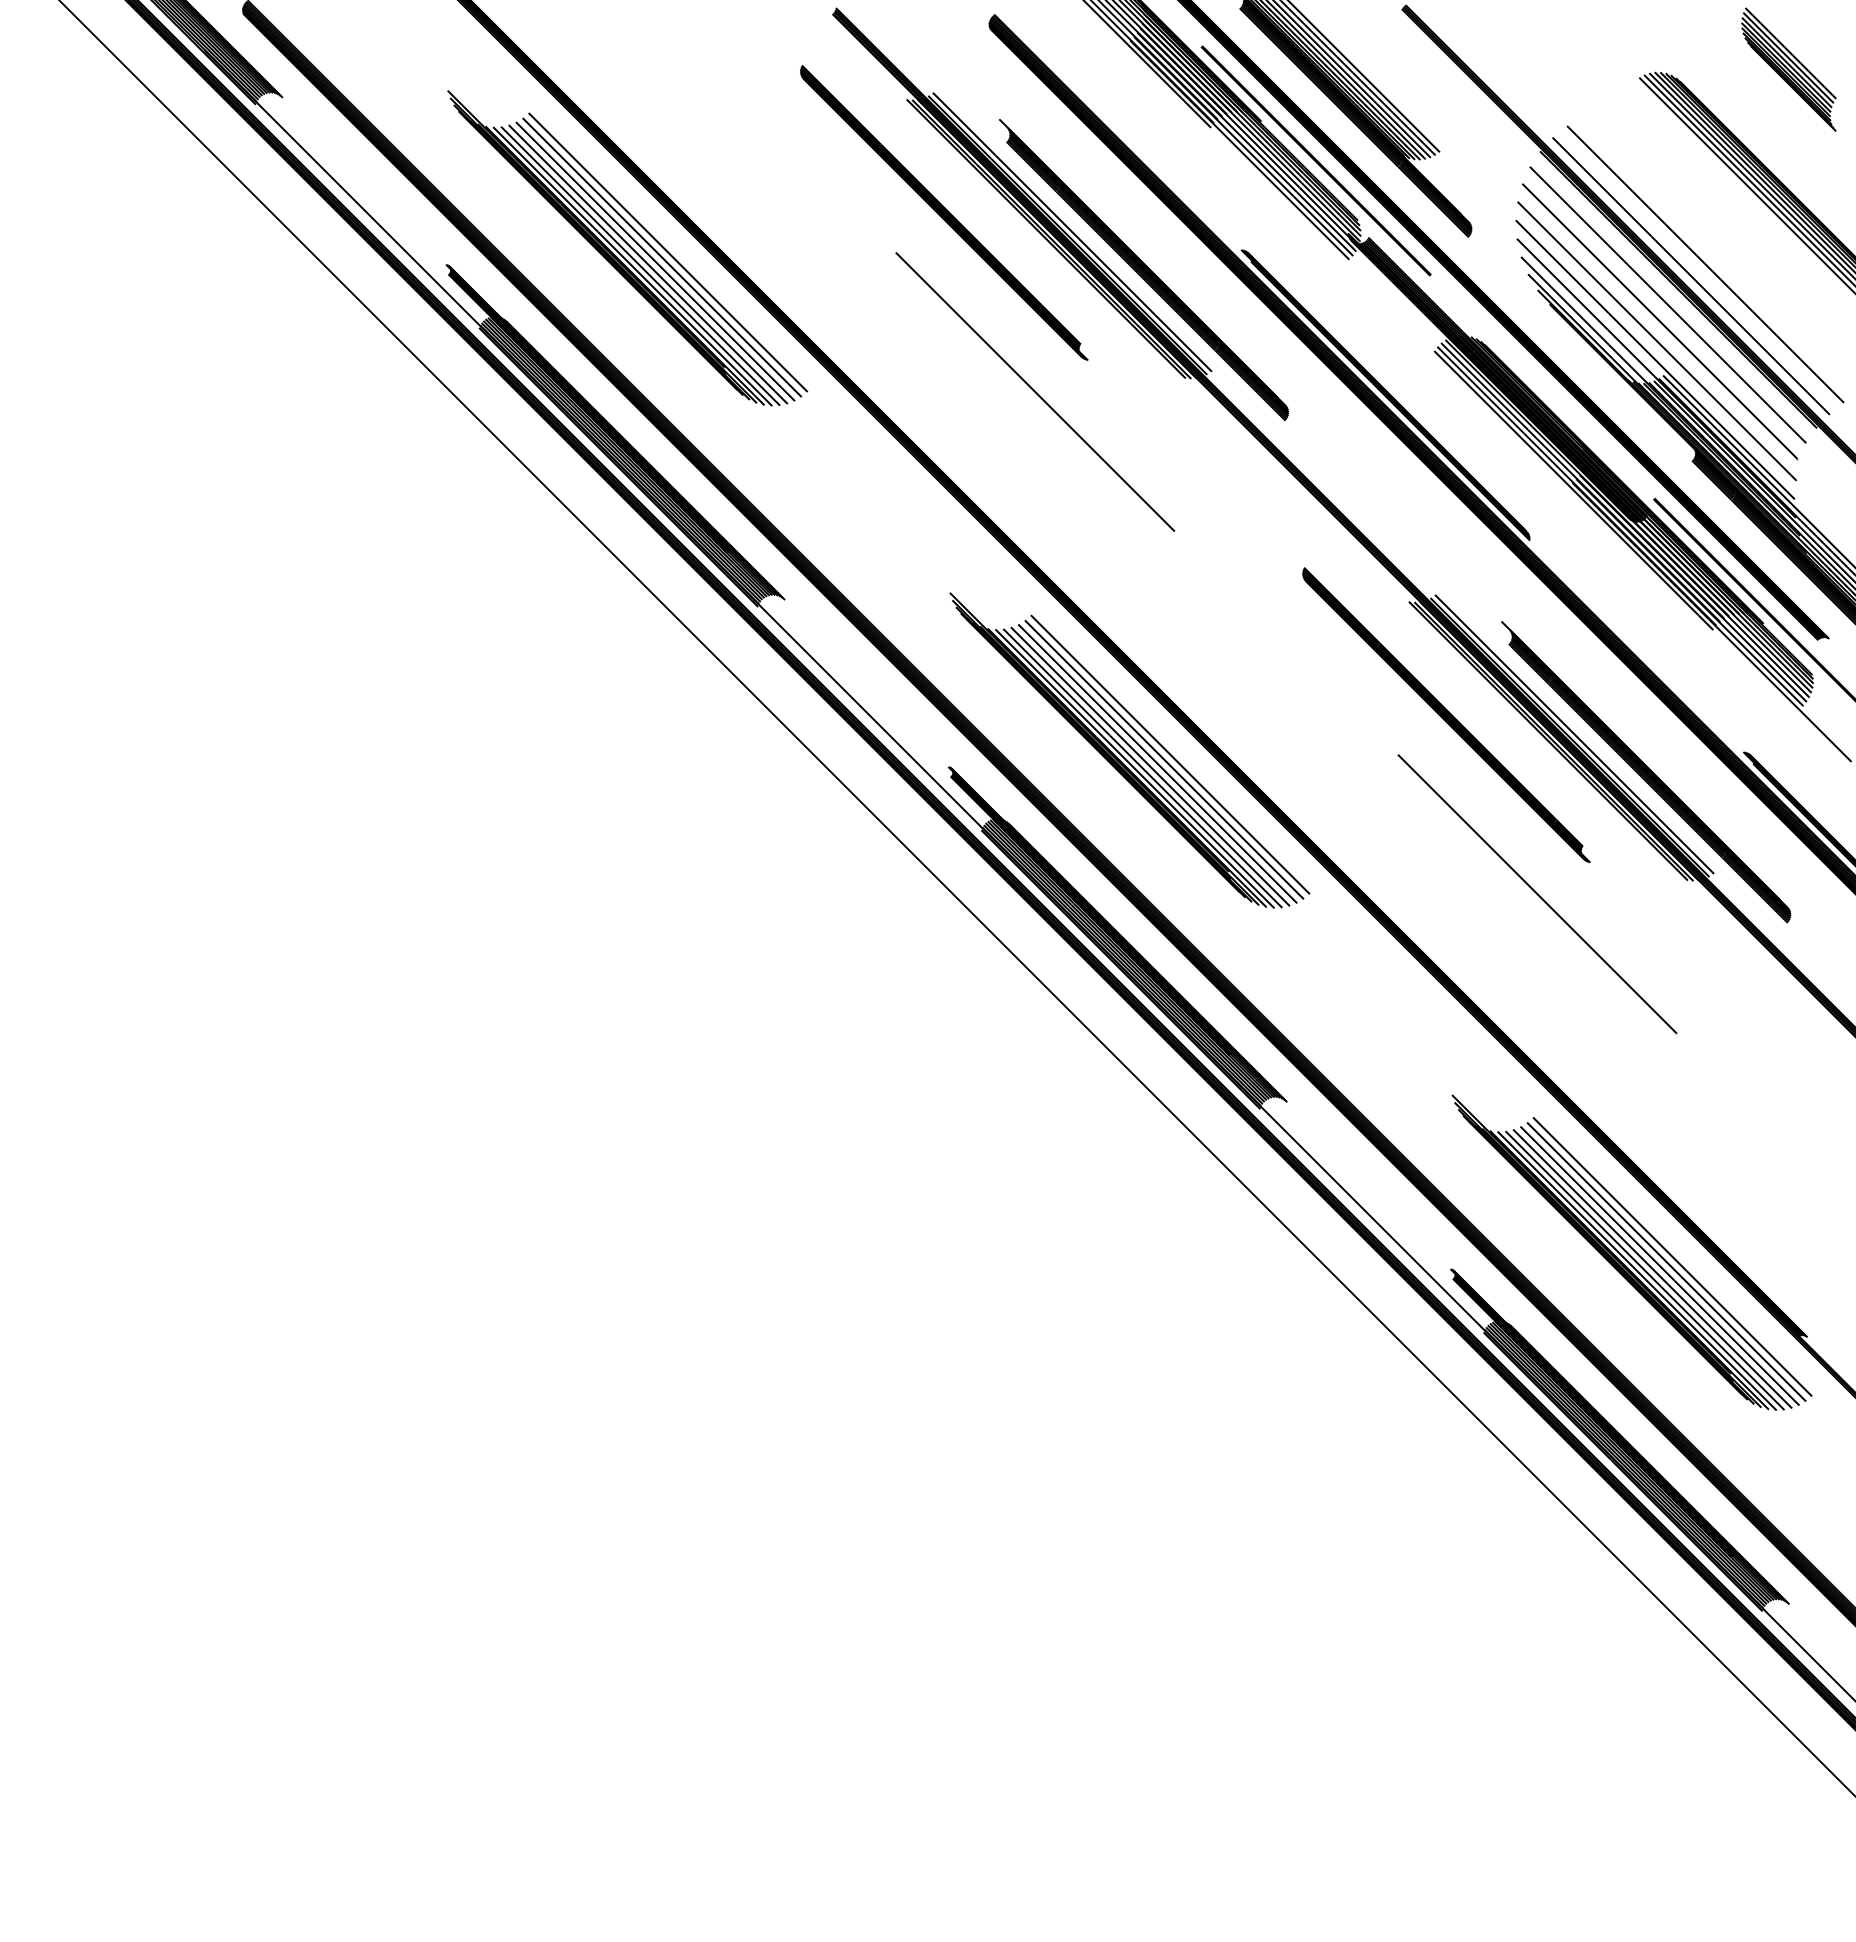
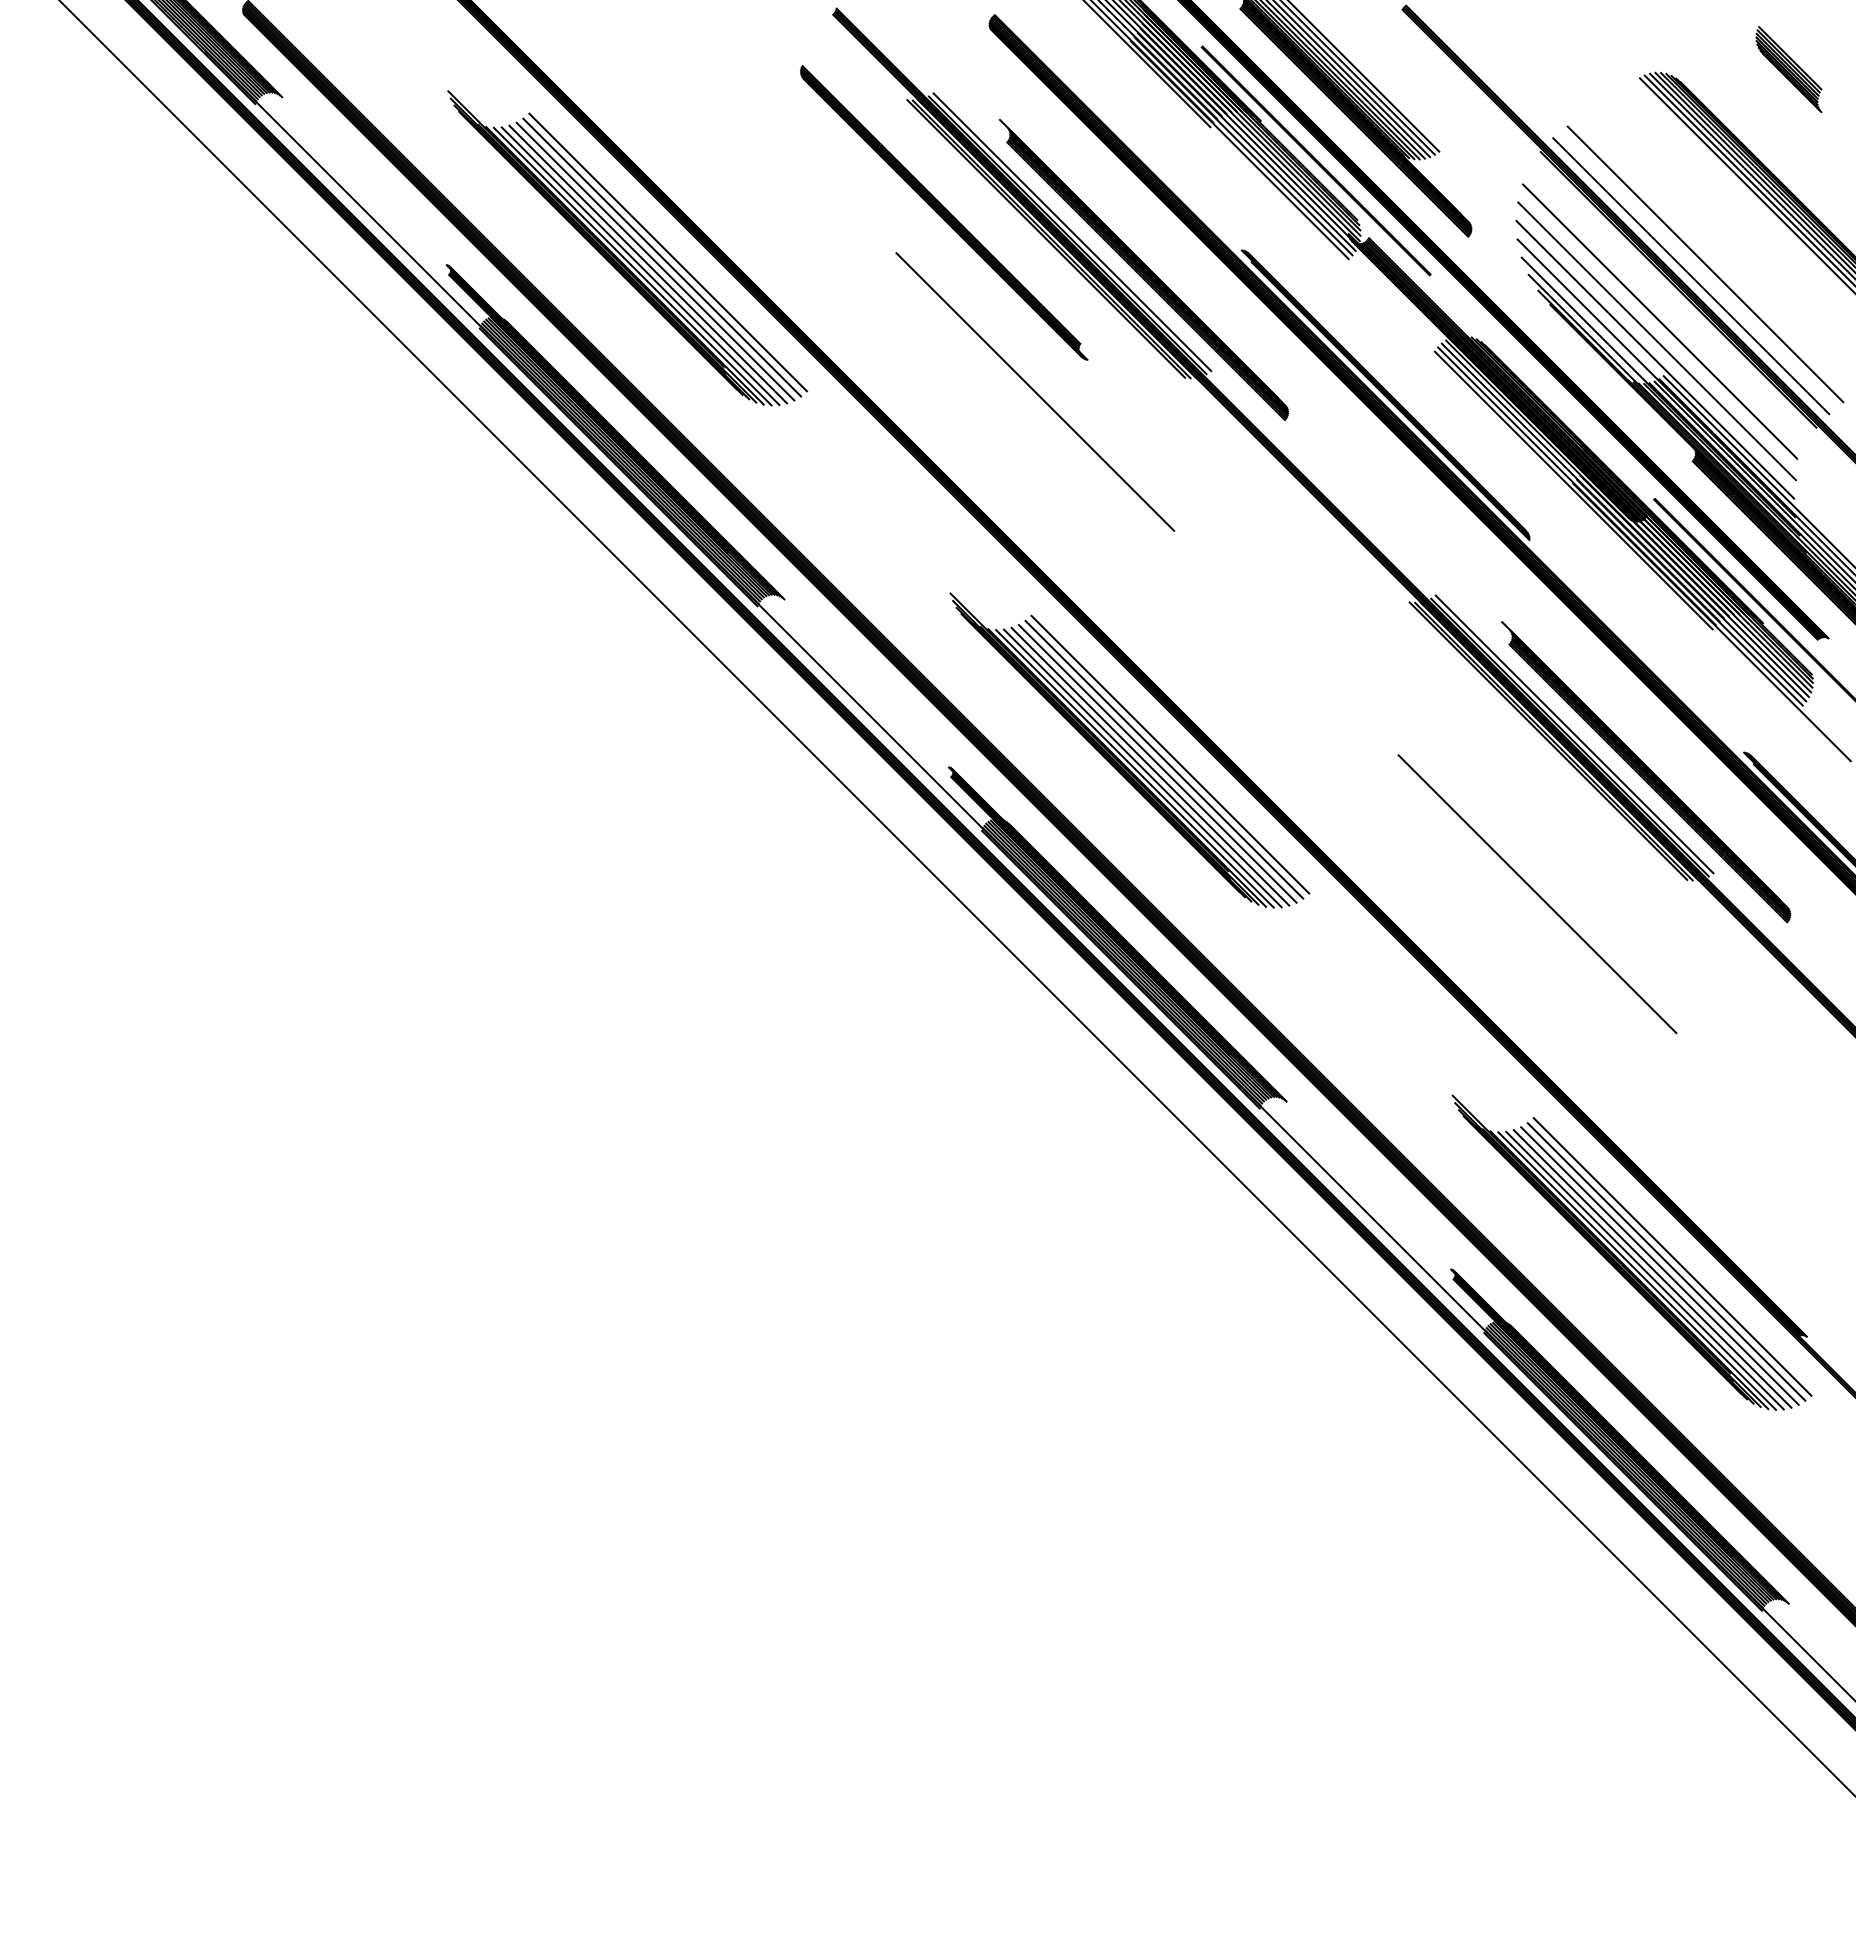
part at (1788, 69) size: 96x125 px -> 68x88 px
line at (1667, 304): present -> none
part at (1446, 715): present -> none
